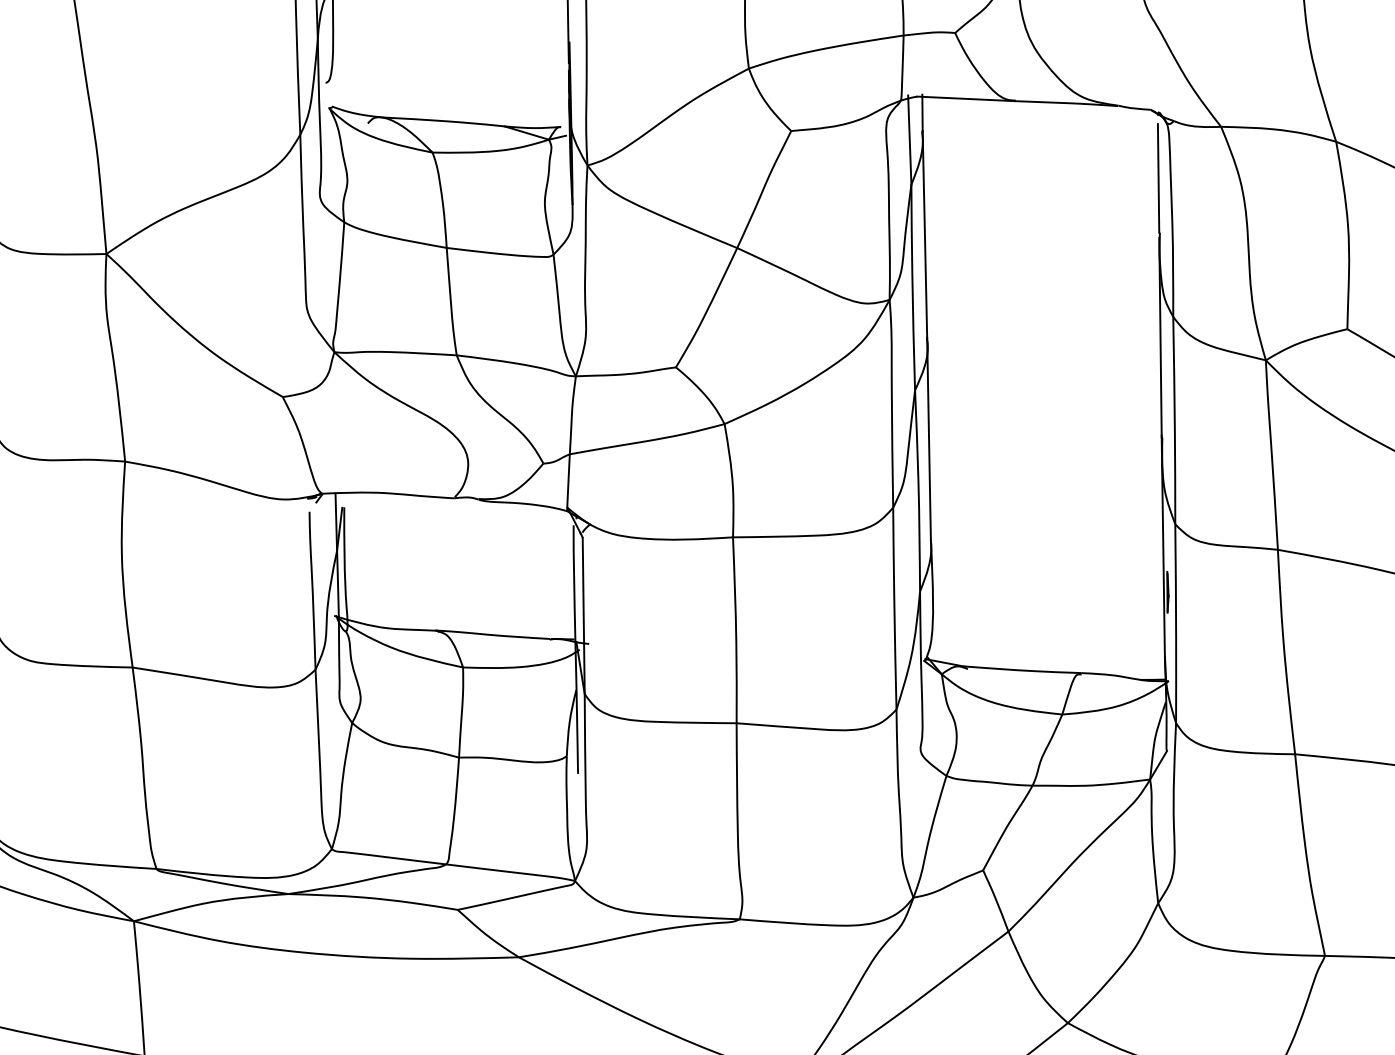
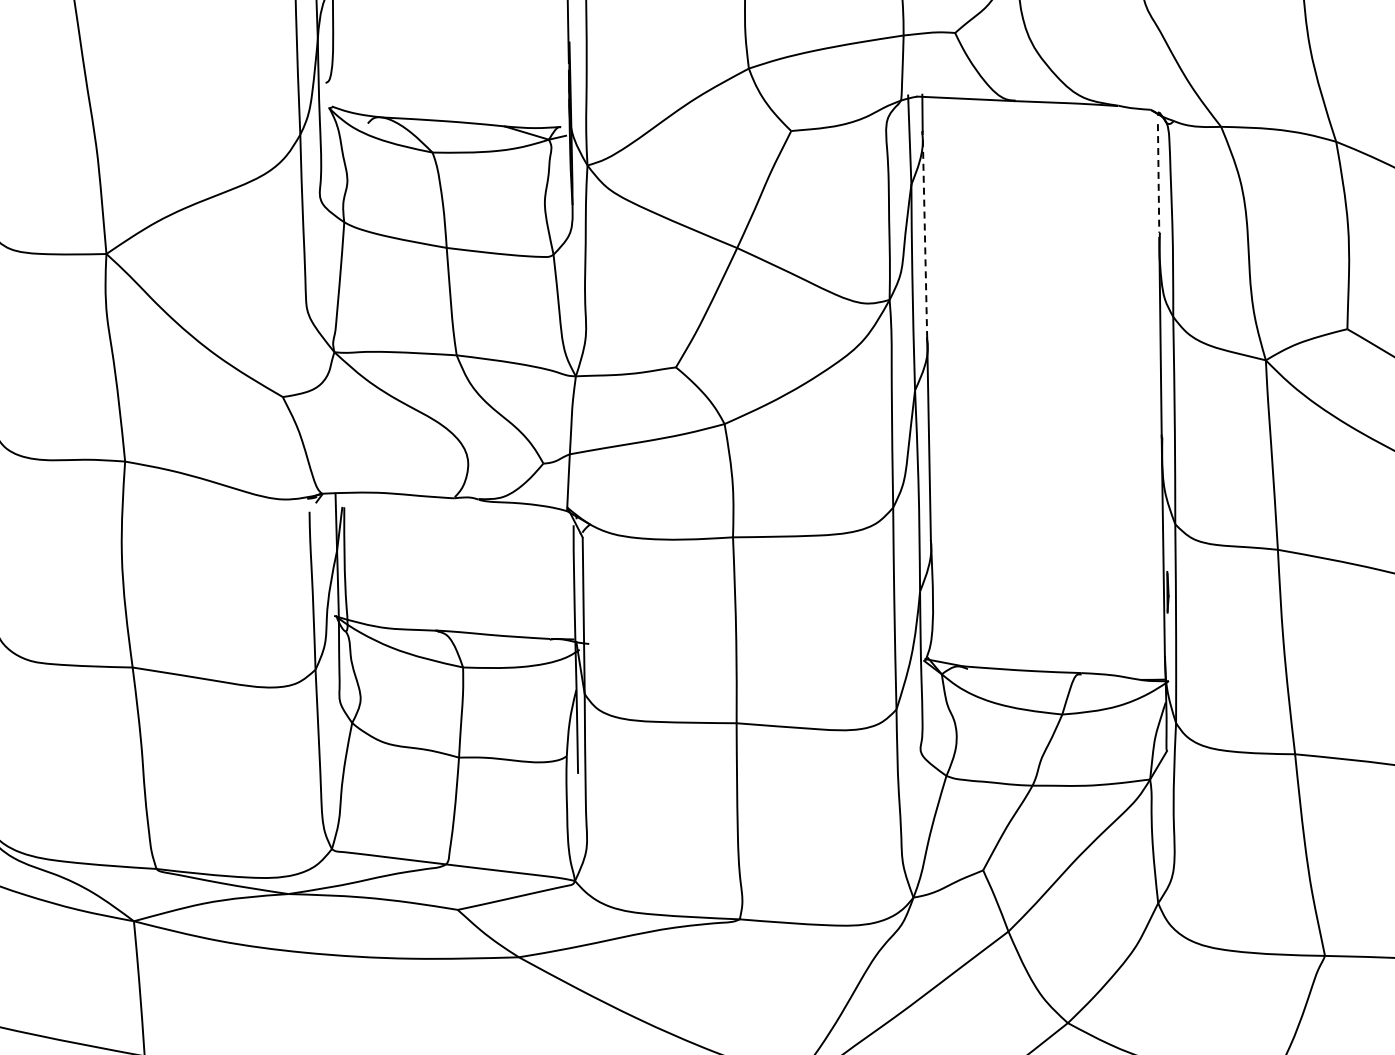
line at (1158, 178): solid -> dashed
line at (924, 234): solid -> dashed
